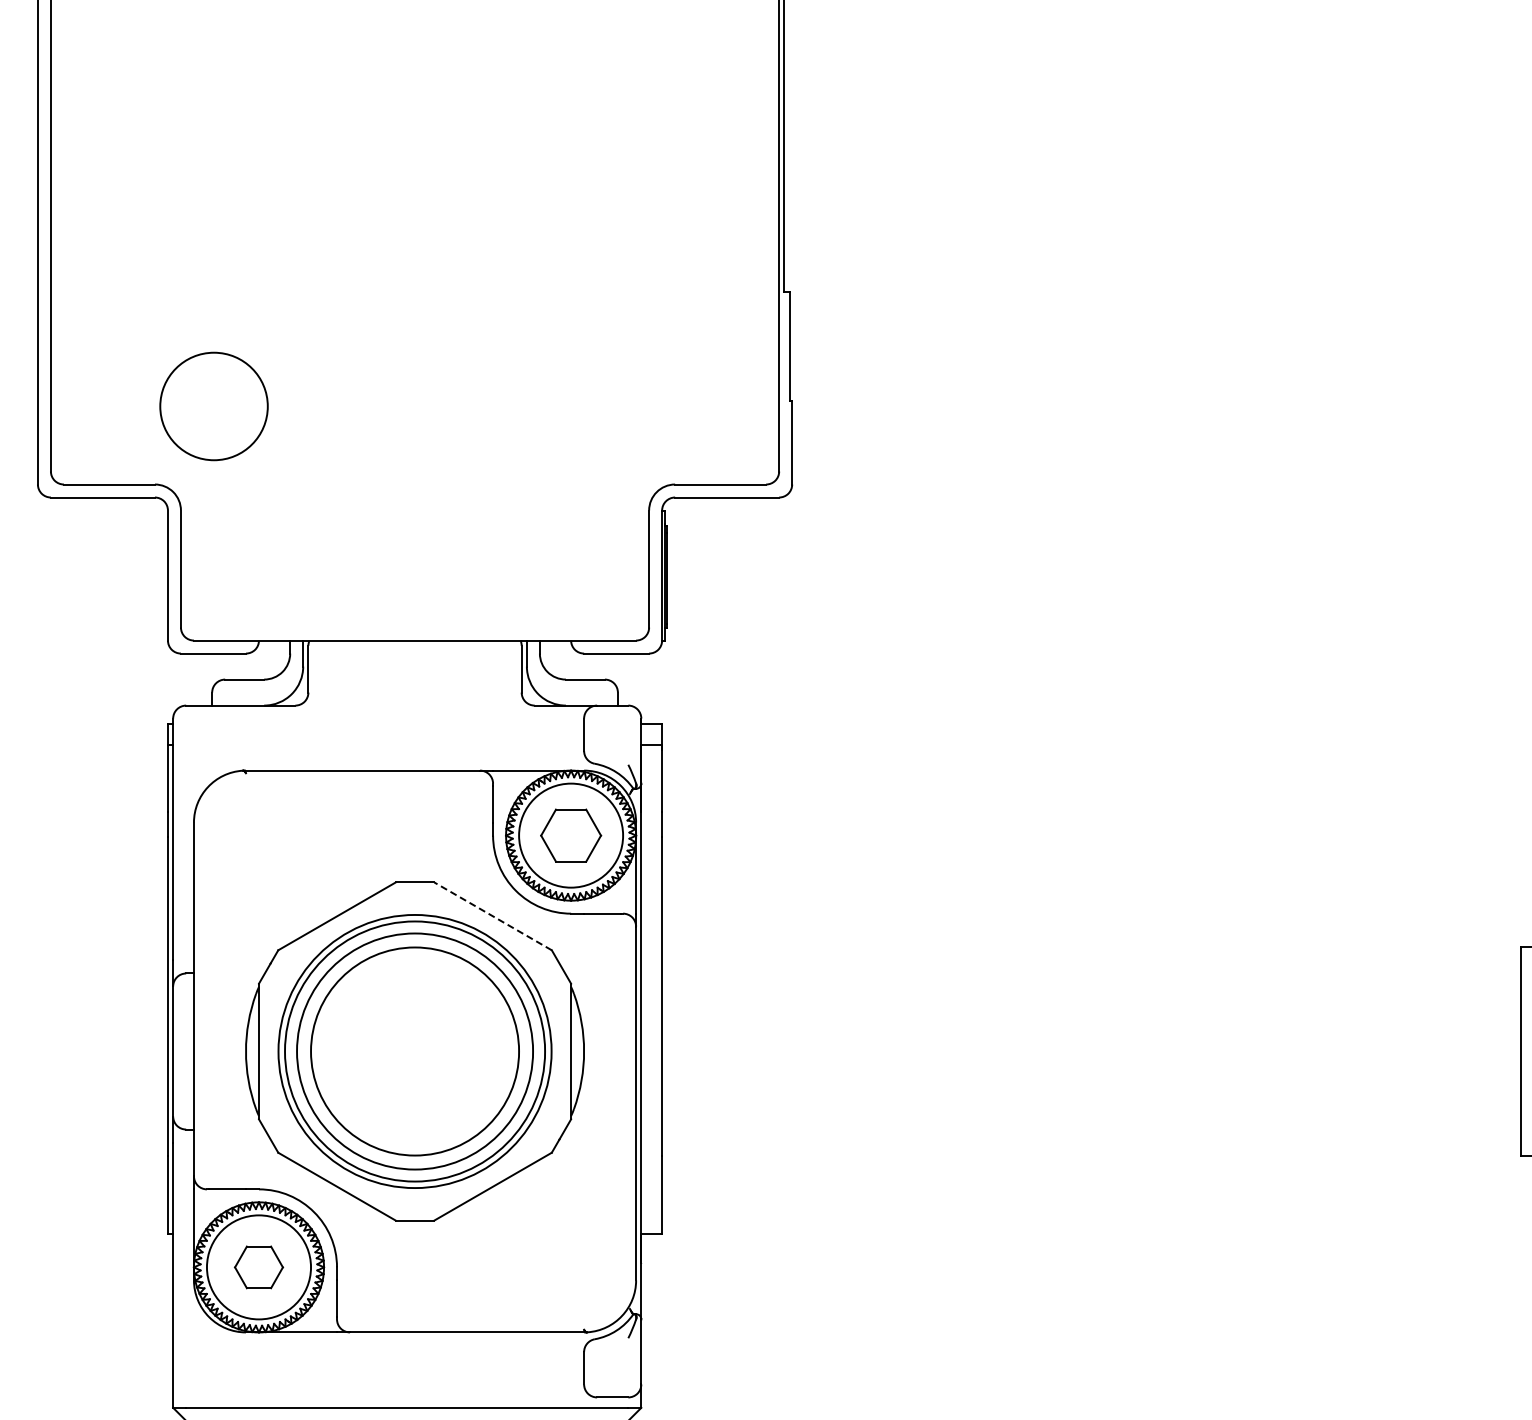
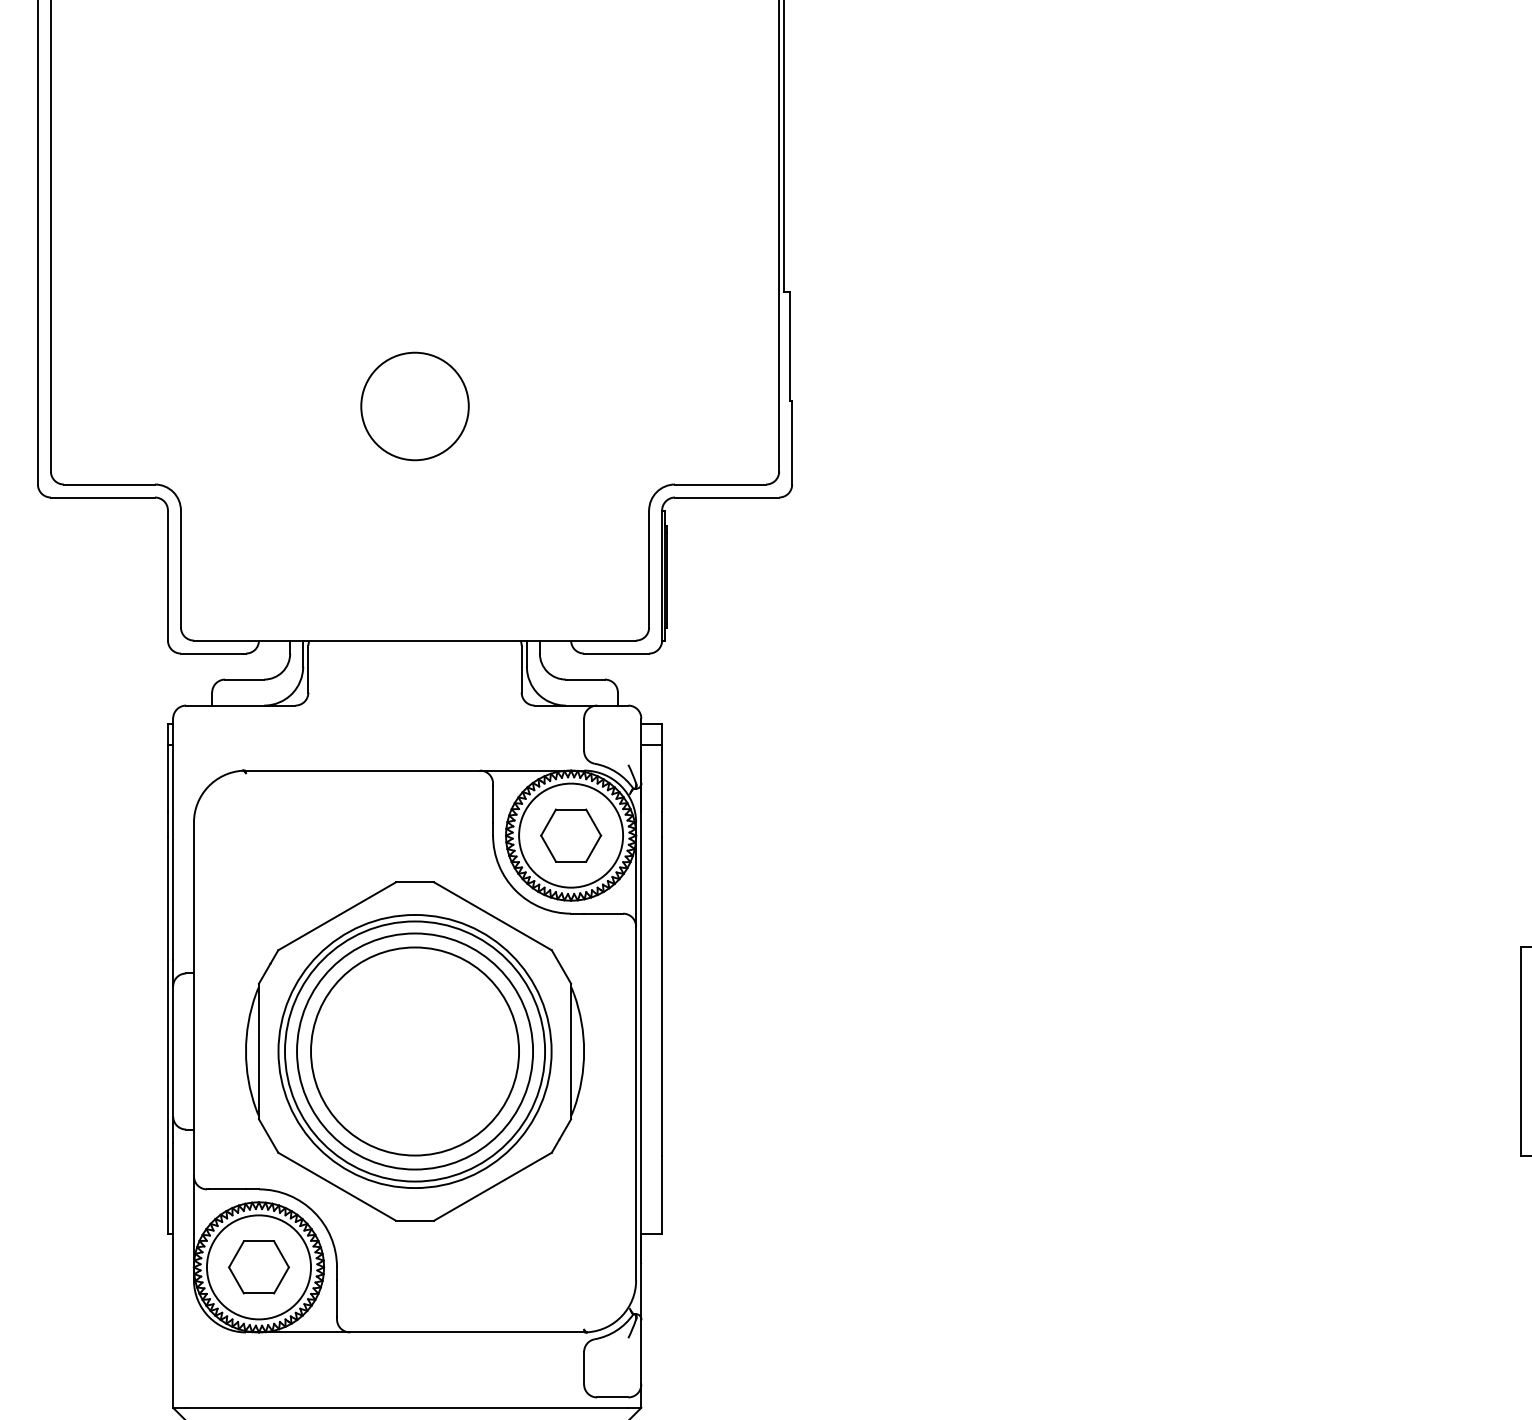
circle at (213, 406) position: (213, 406) -> (414, 406)
line at (493, 916): dashed -> solid
part at (258, 1267) size: 52x45 px -> 62x55 px
